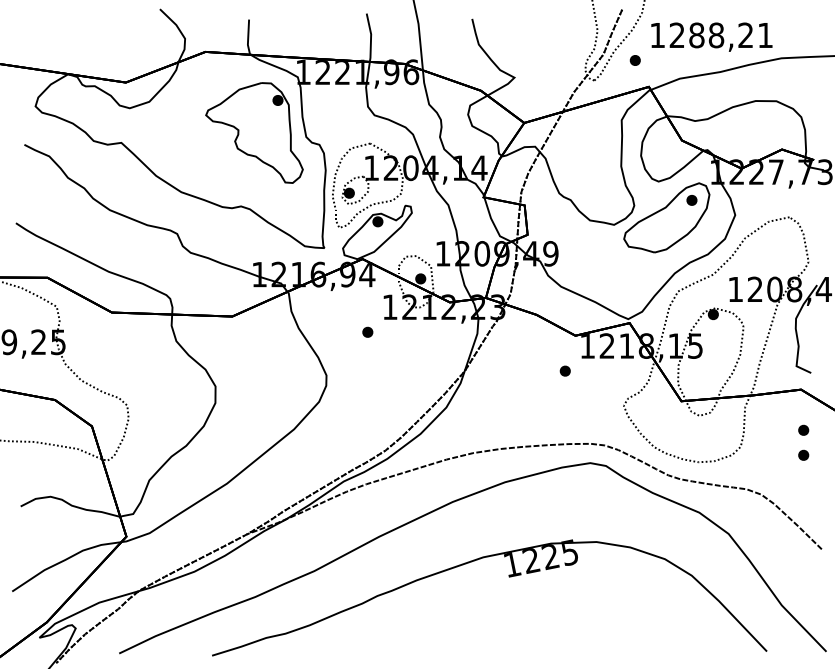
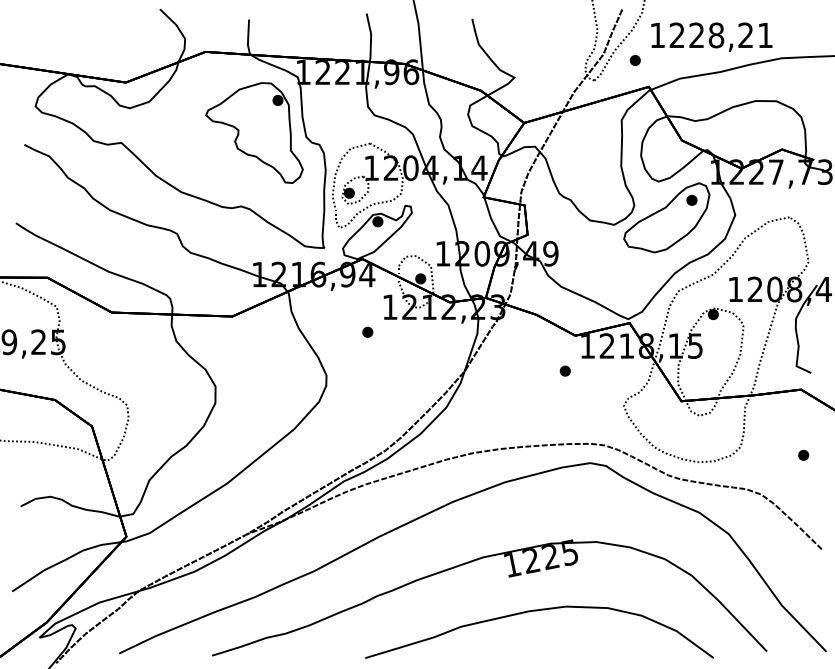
text at (696, 35): 1288,21 -> 1228,21
part at (803, 429): present -> none
curve at (537, 611): none -> present
